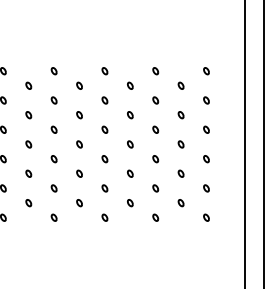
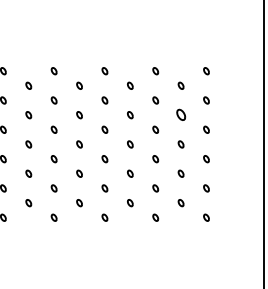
part at (180, 115) size: 8x9 px -> 11x13 px
line at (244, 143): present -> none
